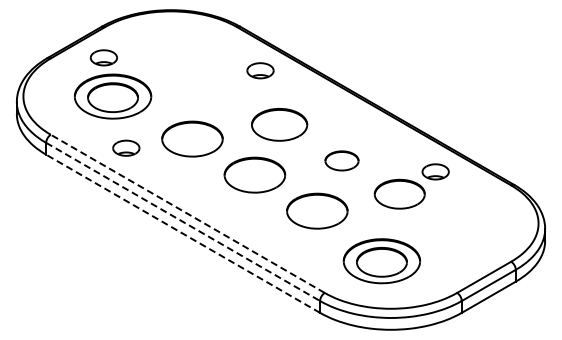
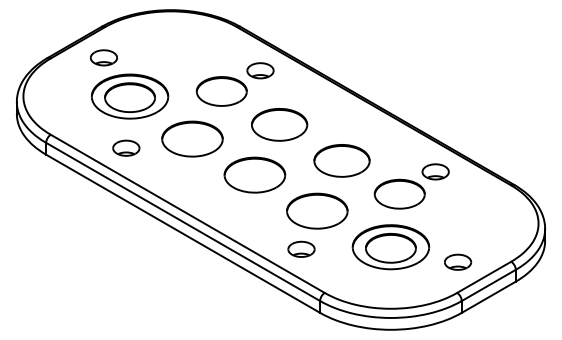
part at (221, 91): none -> present
part at (112, 96) position: (112, 96) -> (129, 96)
part at (341, 160) size: 36x22 px -> 58x34 px
line at (187, 213): dashed -> solid
line at (183, 222): dashed -> solid
line at (182, 233): dashed -> solid
part at (301, 248): none -> present
part at (381, 261) position: (381, 261) -> (390, 247)
part at (458, 261): none -> present
